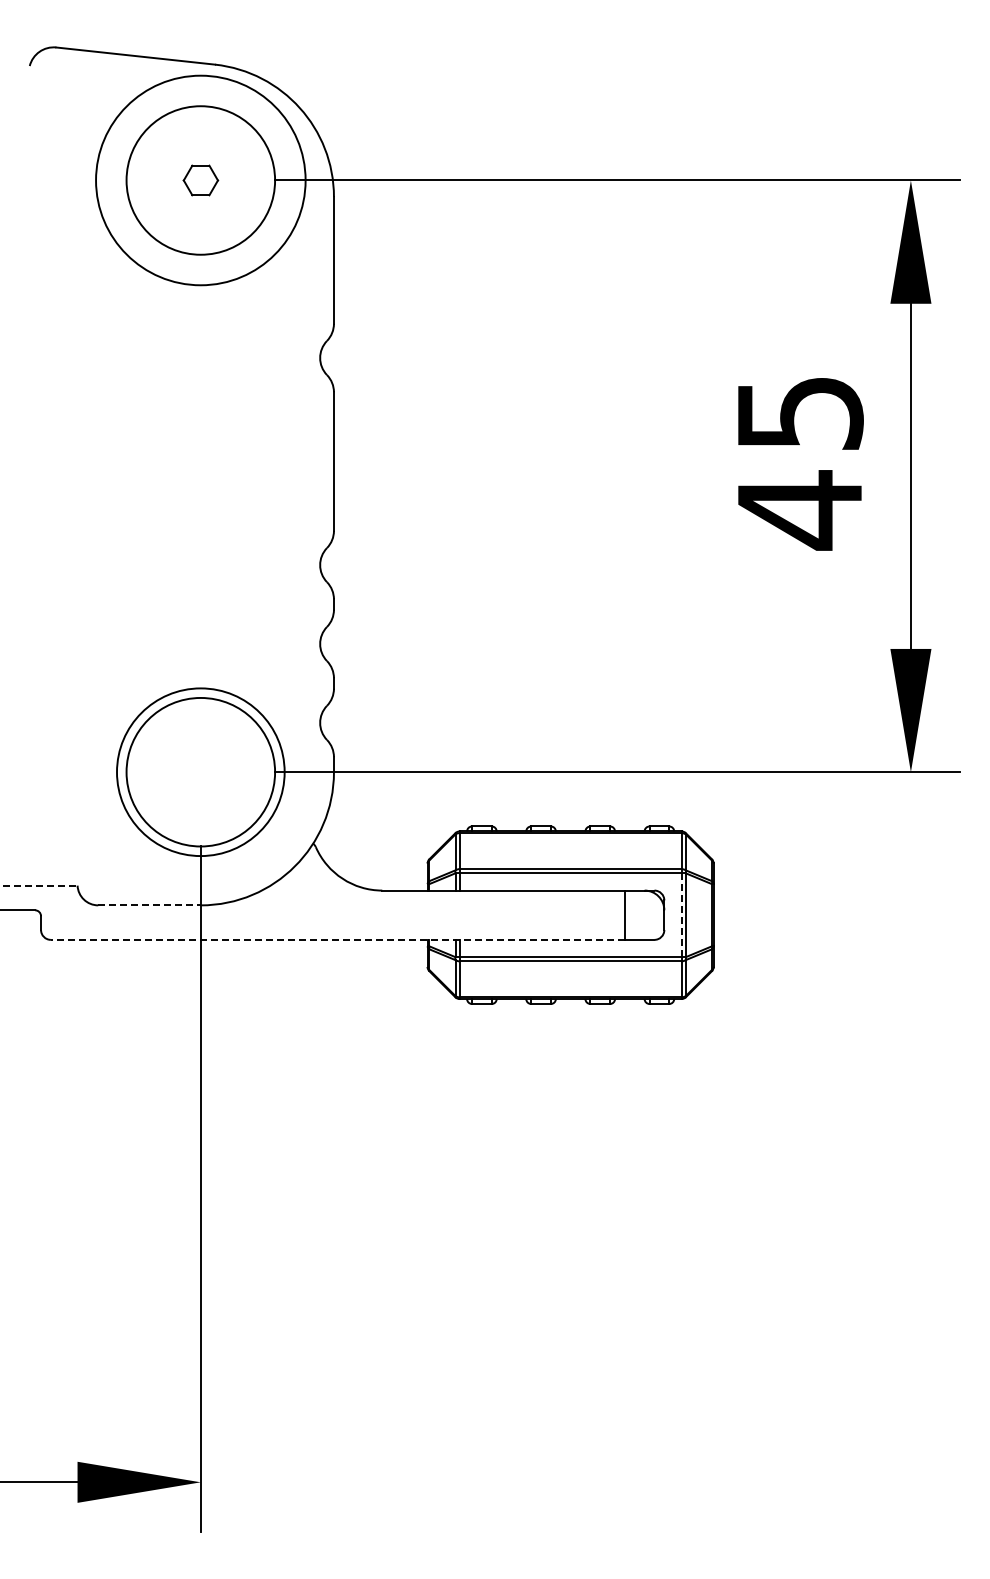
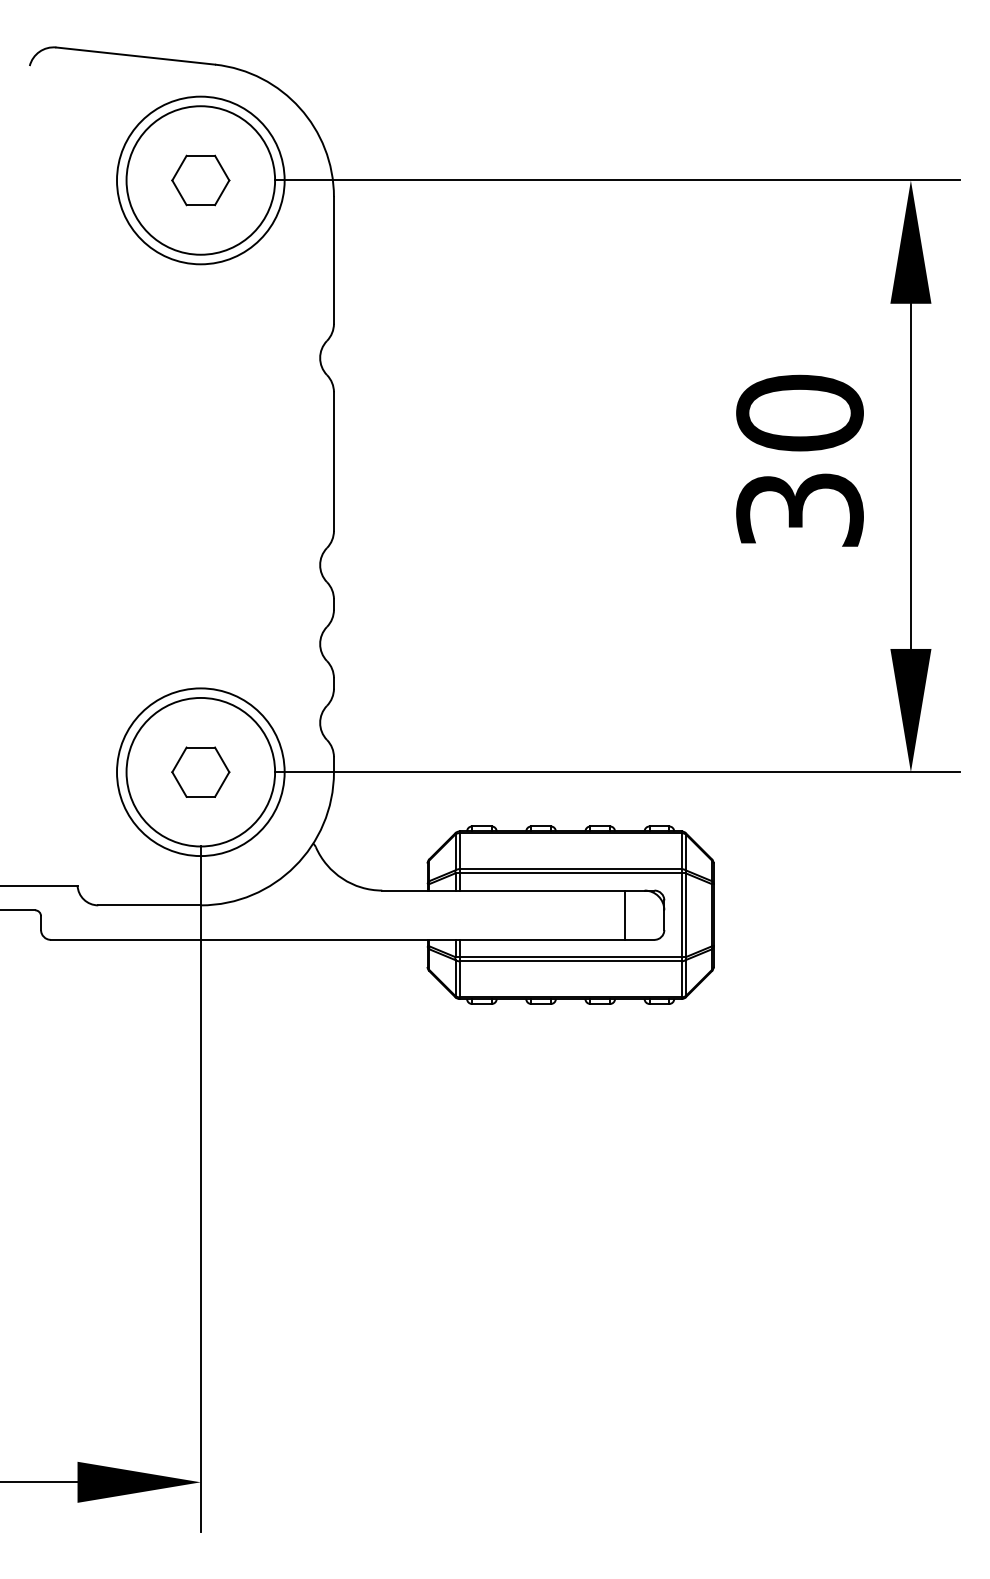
circle at (200, 180) diameter: 210 px -> 168 px
part at (200, 180) size: 38x33 px -> 60x53 px
text at (799, 462): 45 -> 30
part at (200, 771): none -> present
line at (39, 885): dashed -> solid
line at (150, 905): dashed -> solid
line at (681, 915): dashed -> solid
line at (337, 939): dashed -> solid
